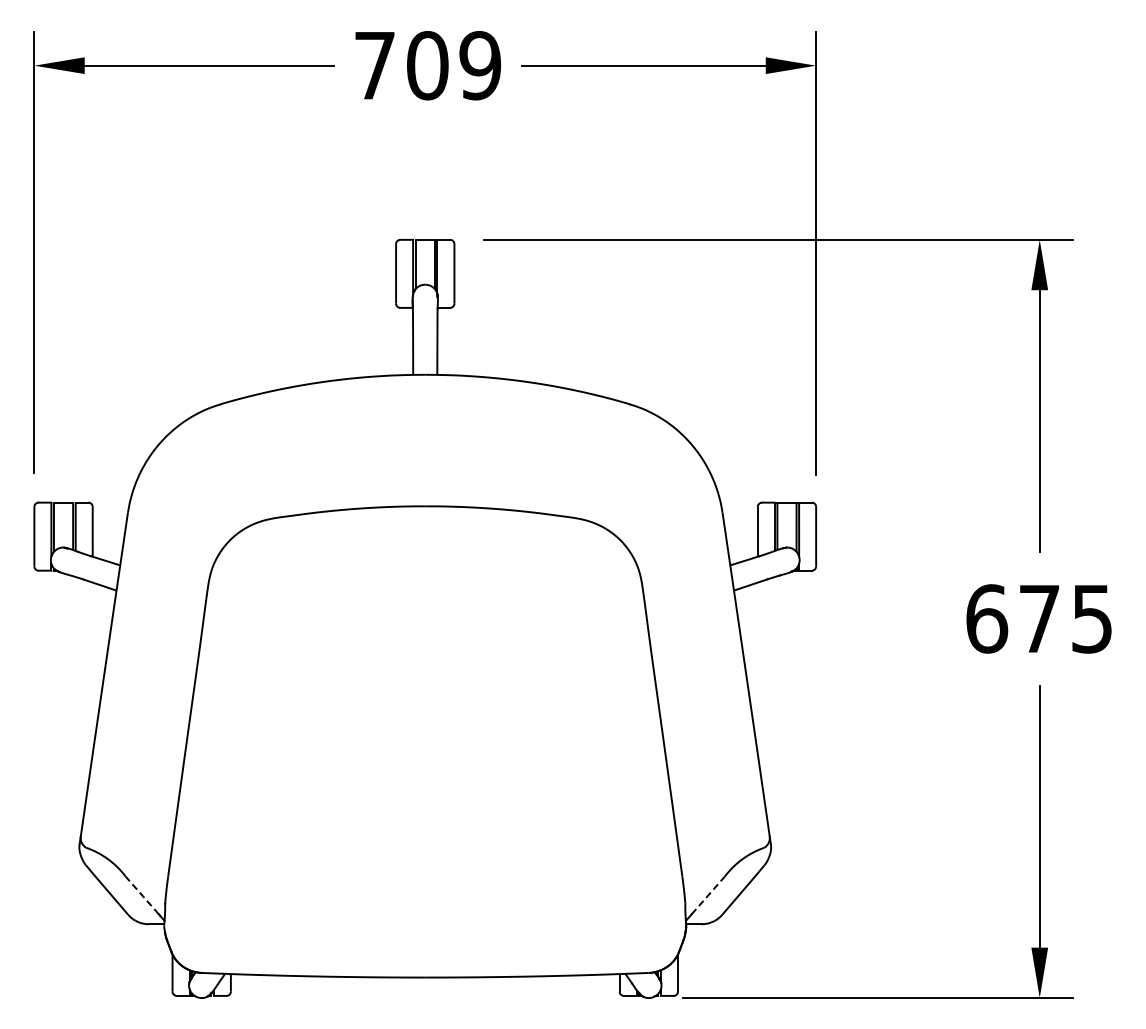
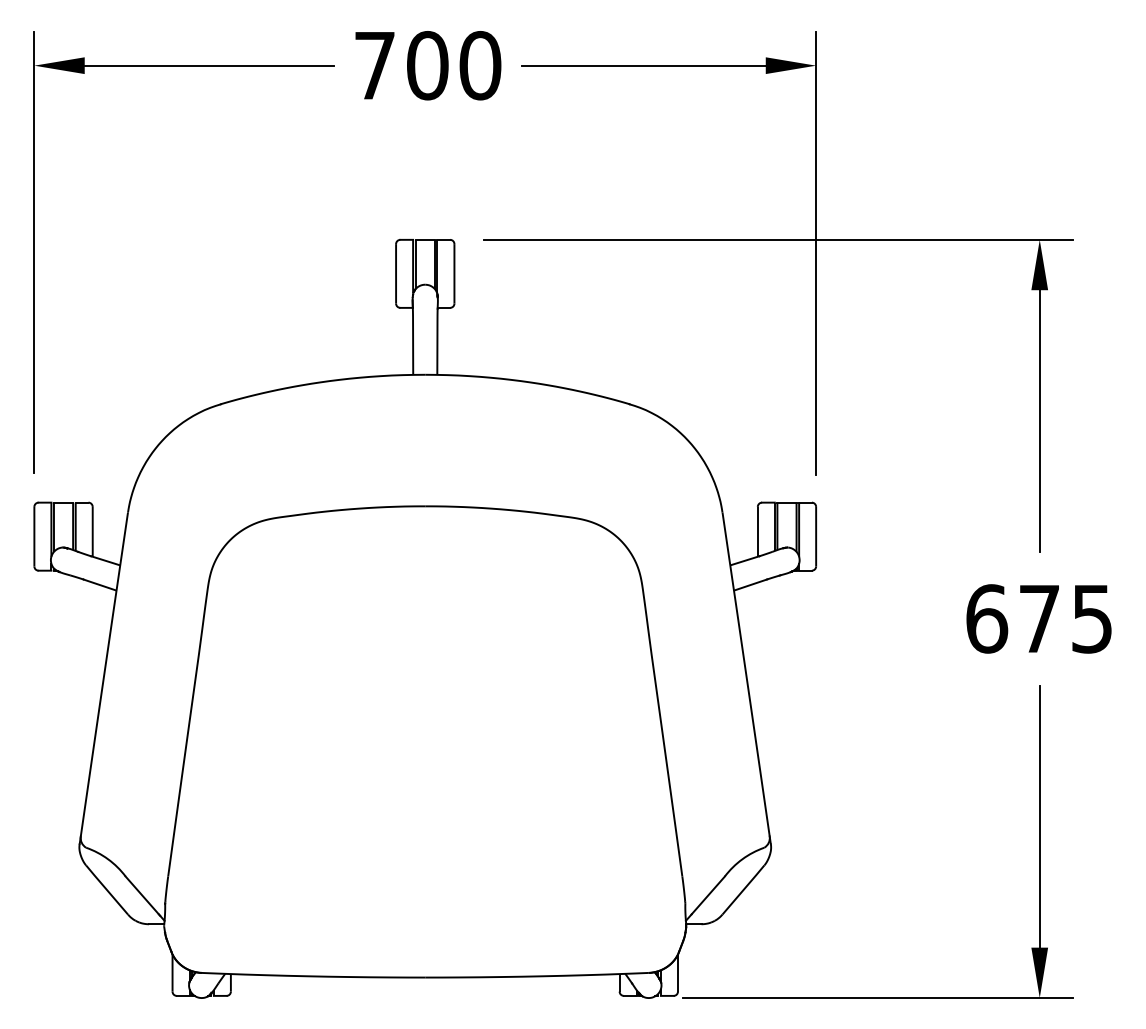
text at (480, 65): 709 -> 700
line at (141, 895): dashed -> solid
line at (708, 895): dashed -> solid
